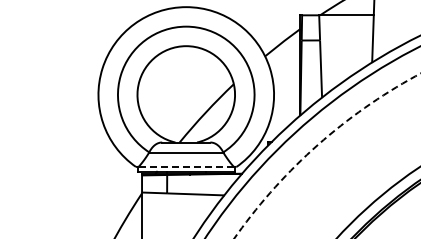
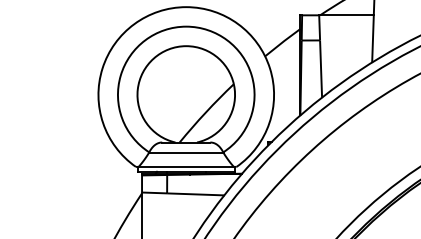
arc at (315, 147): dashed -> solid
line at (186, 166): dashed -> solid
